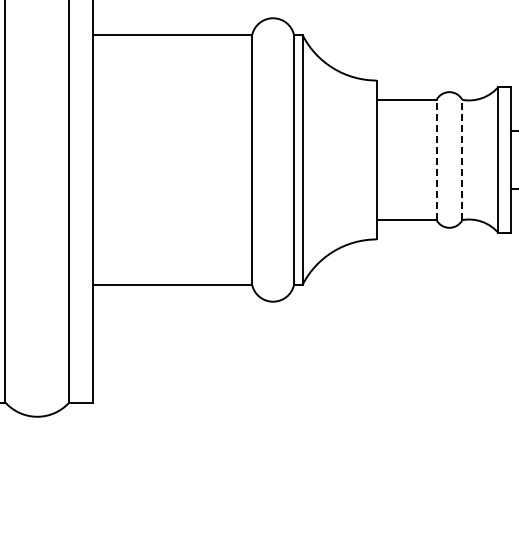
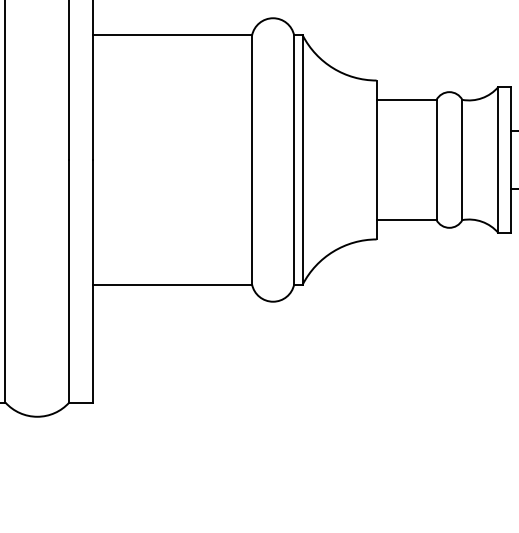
line at (436, 159): dashed -> solid
line at (462, 159): dashed -> solid
